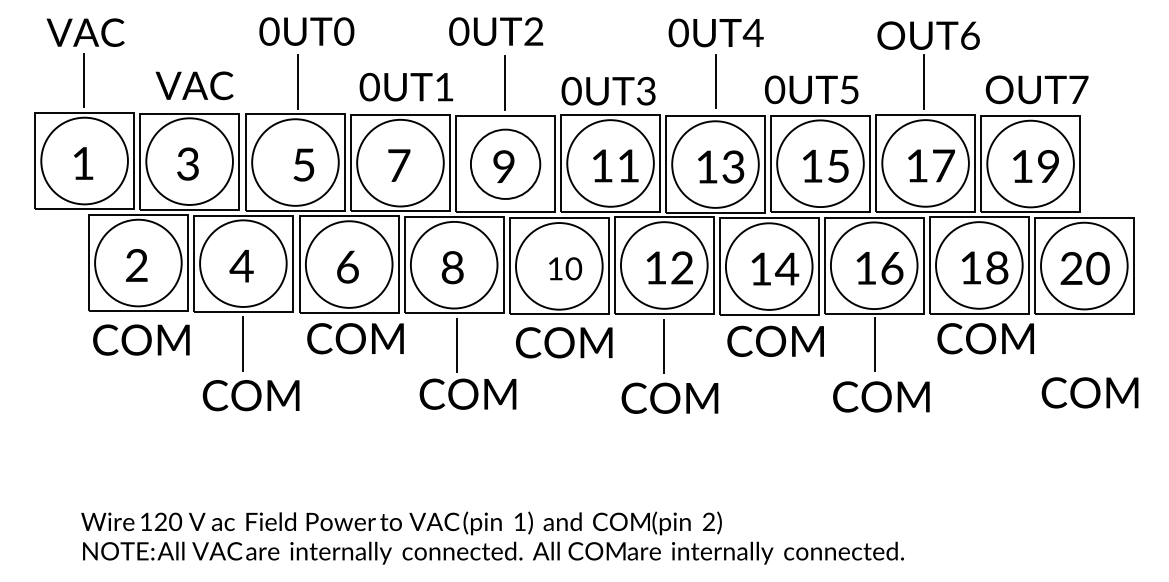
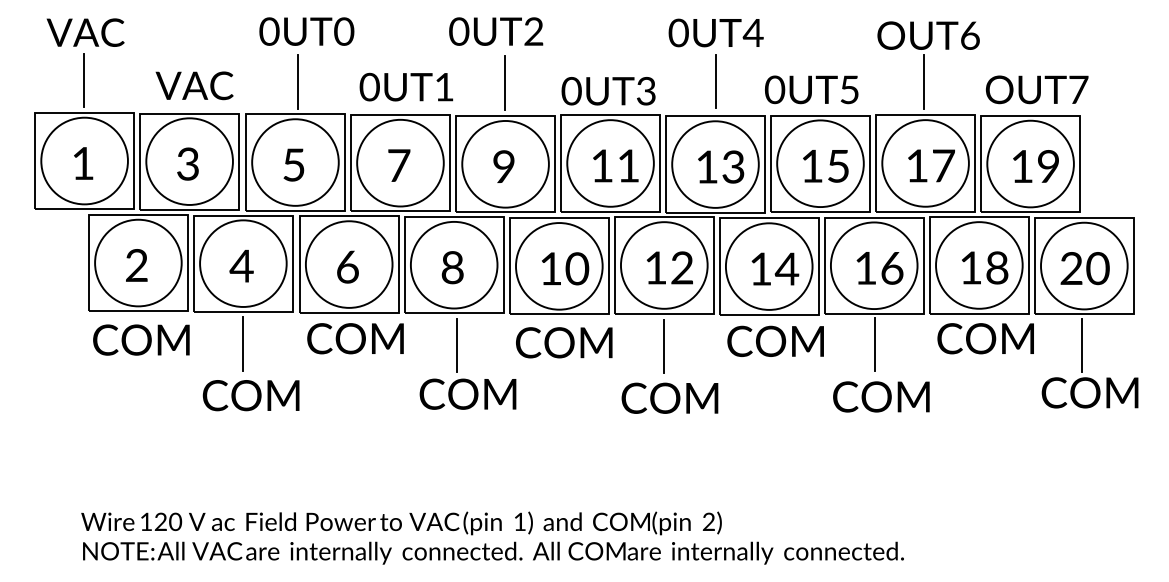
circle at (505, 163) diameter: 69 px -> 87 px
part at (303, 164) position: (303, 164) -> (293, 164)
part at (565, 268) size: 34x24 px -> 48x34 px
line at (1082, 345): none -> present
